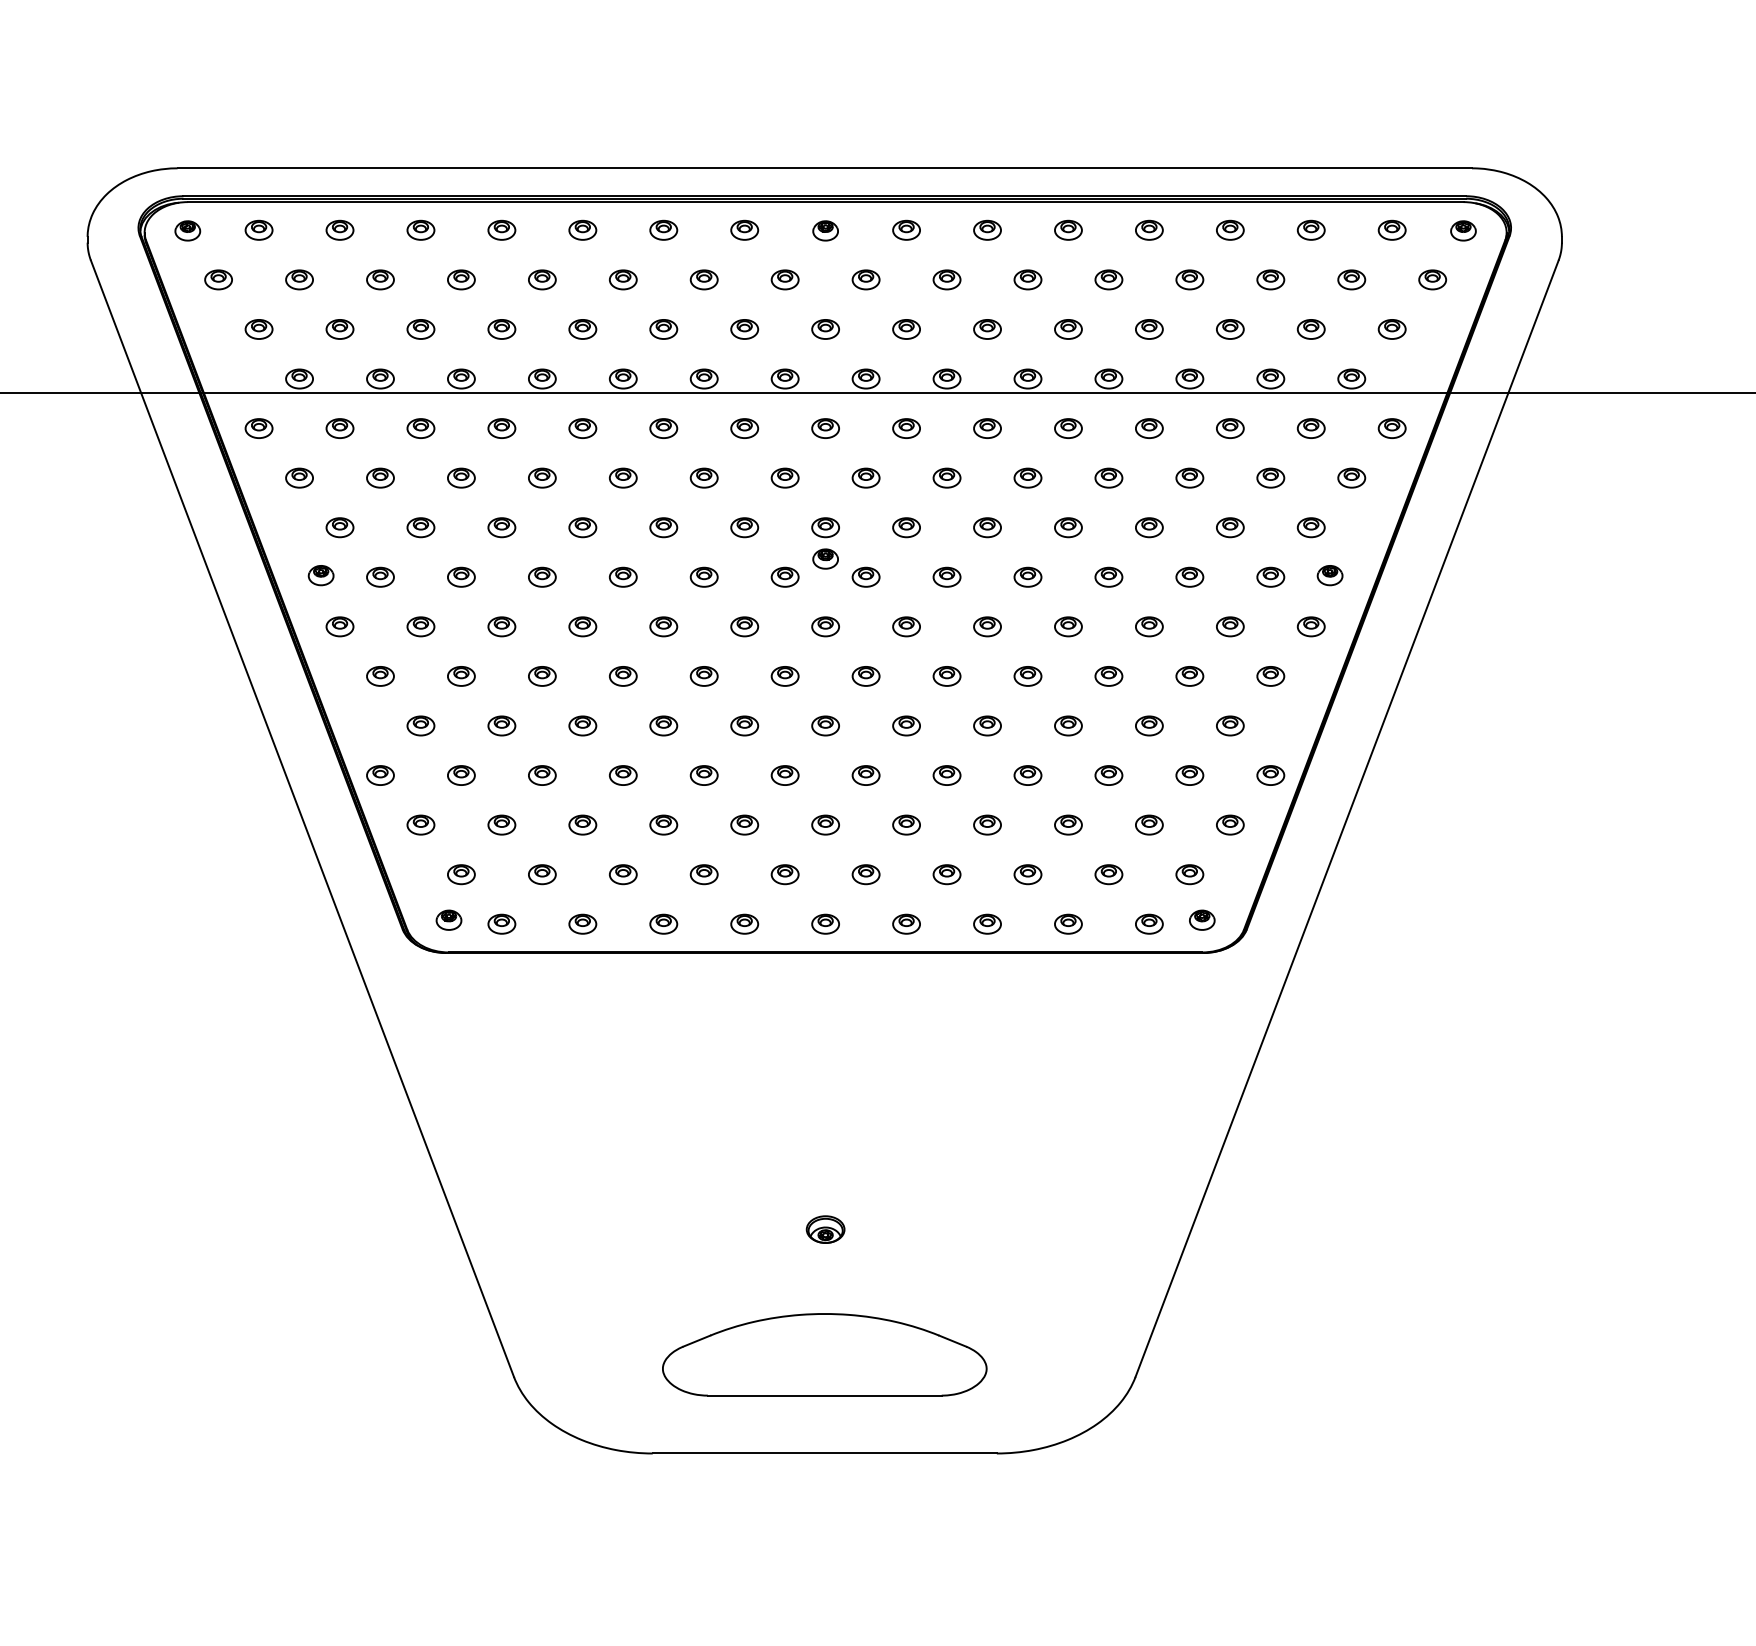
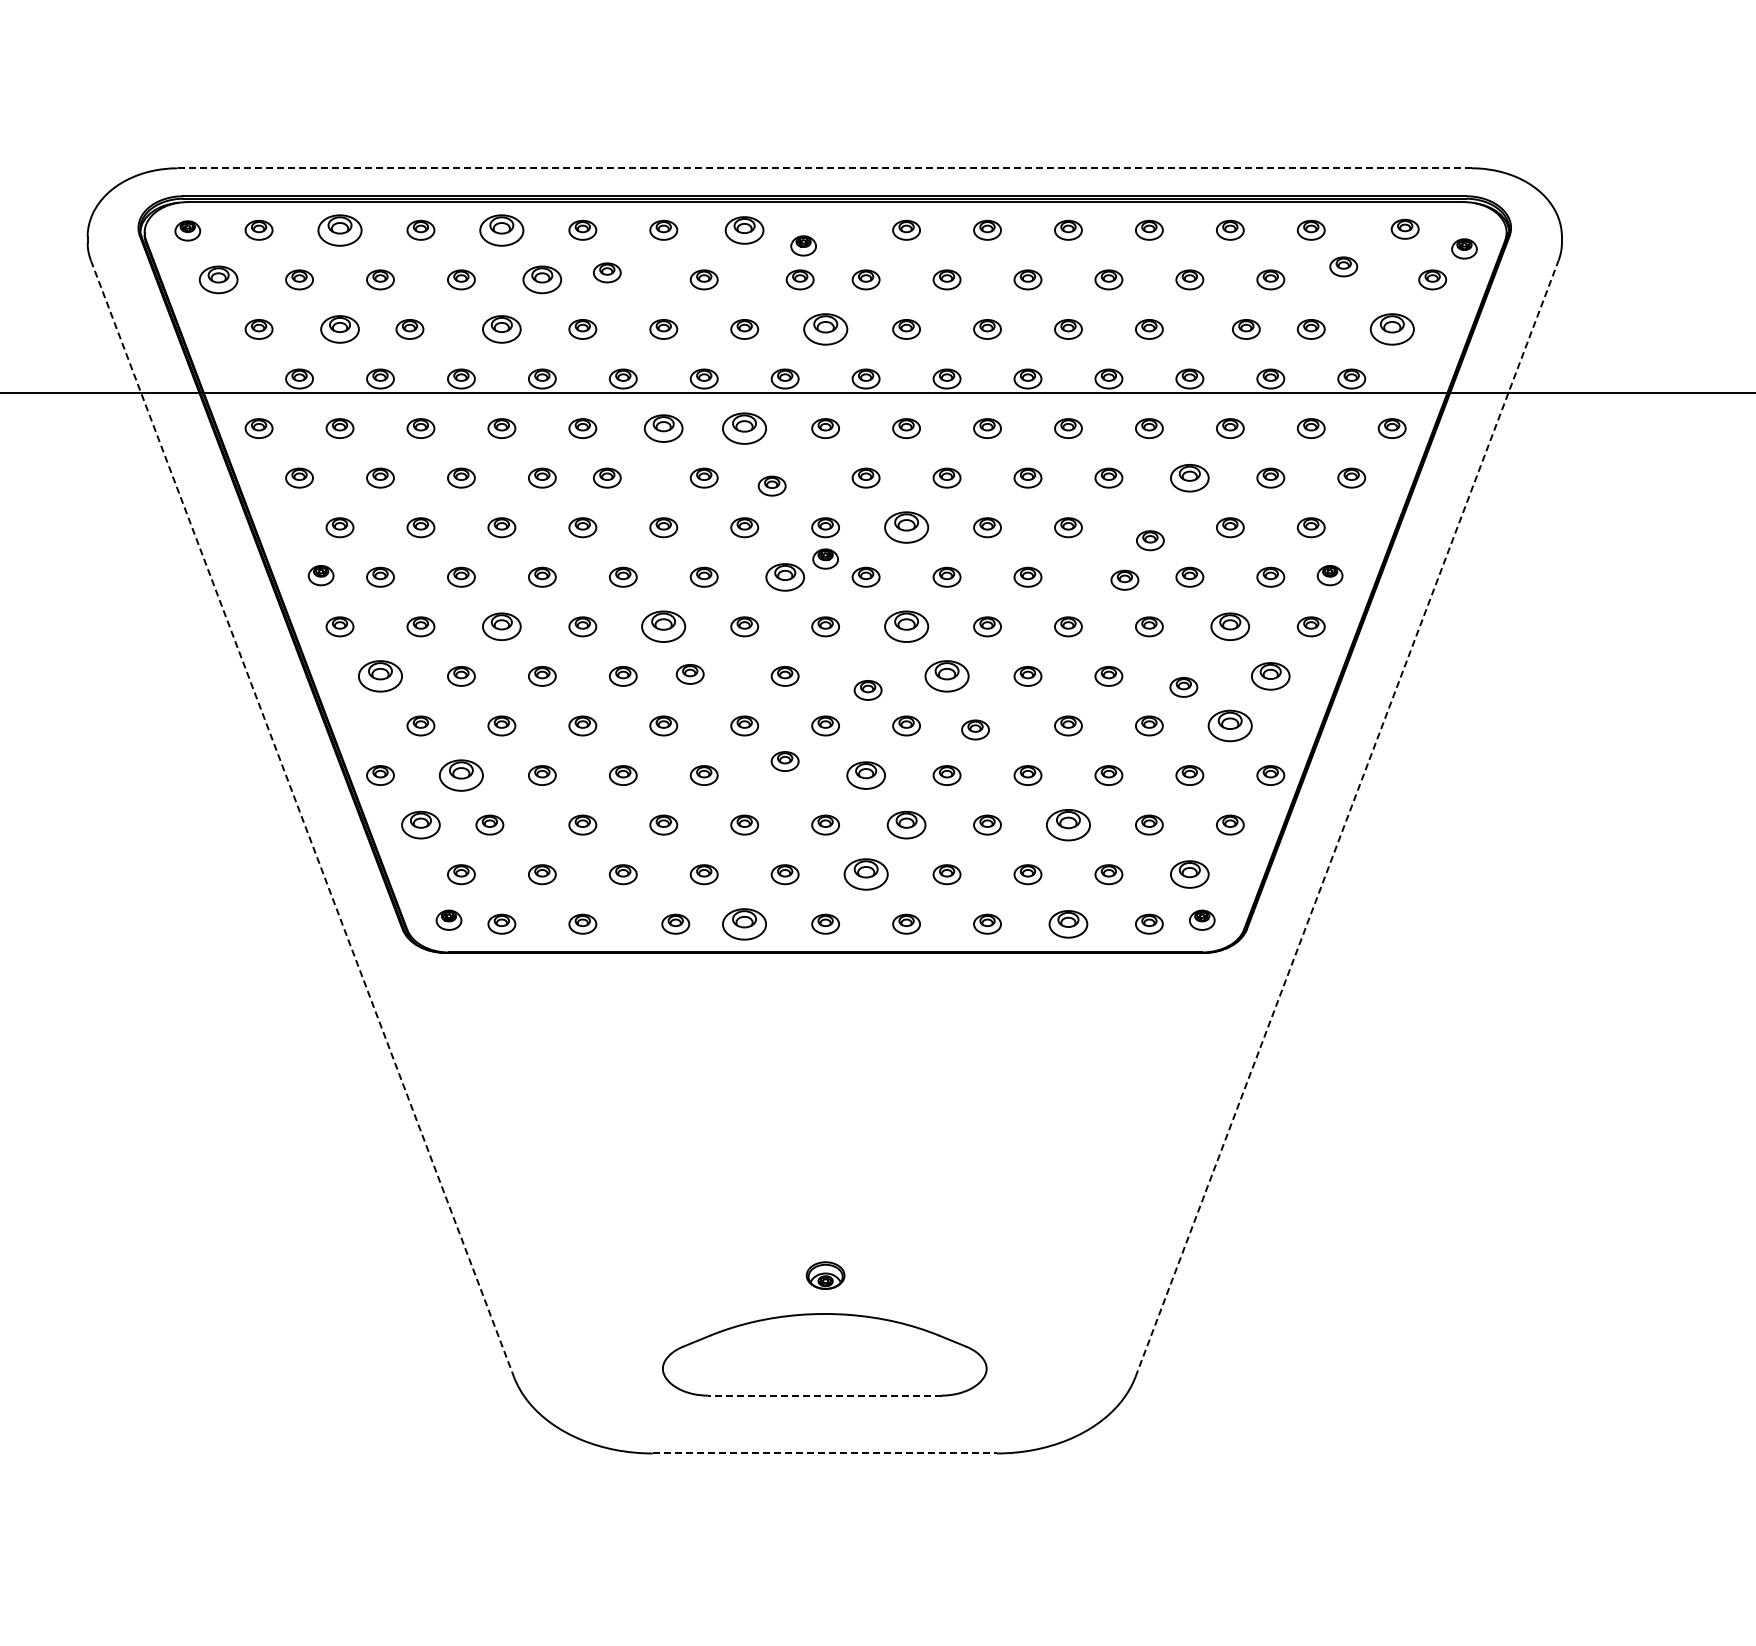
line at (825, 168): solid -> dashed
part at (339, 229) size: 30x22 px -> 46x33 px
part at (501, 229) size: 30x22 px -> 46x33 px
part at (744, 229) size: 30x22 px -> 41x29 px
part at (1391, 229) position: (1391, 229) -> (1404, 228)
part at (825, 230) position: (825, 230) -> (803, 245)
part at (1463, 230) position: (1463, 230) -> (1464, 248)
part at (218, 279) size: 29x22 px -> 41x30 px
part at (542, 279) size: 29x22 px -> 41x30 px
part at (623, 279) position: (623, 279) -> (607, 272)
part at (784, 279) position: (784, 279) -> (799, 279)
part at (1351, 279) position: (1351, 279) -> (1343, 266)
part at (339, 329) size: 30x21 px -> 40x29 px
part at (420, 329) position: (420, 329) -> (409, 329)
part at (501, 329) size: 30x21 px -> 40x29 px
part at (825, 329) size: 29x21 px -> 46x33 px
part at (1230, 329) position: (1230, 329) -> (1246, 329)
part at (1391, 329) size: 30x21 px -> 46x33 px
part at (663, 428) size: 30x21 px -> 41x29 px
part at (744, 428) size: 30x21 px -> 45x33 px
part at (623, 477) position: (623, 477) -> (607, 477)
part at (784, 477) position: (784, 477) -> (771, 485)
part at (1189, 477) size: 30x22 px -> 40x29 px
part at (906, 527) size: 29x22 px -> 46x33 px
part at (1149, 527) position: (1149, 527) -> (1150, 540)
part at (784, 576) size: 30x22 px -> 40x29 px
part at (1108, 576) position: (1108, 576) -> (1124, 579)
part at (501, 626) size: 30x22 px -> 40x29 px
part at (663, 626) size: 30x22 px -> 46x33 px
part at (906, 626) size: 29x22 px -> 46x33 px
part at (1230, 626) size: 29x22 px -> 40x29 px
part at (380, 676) size: 29x21 px -> 45x33 px
part at (703, 676) position: (703, 676) -> (689, 674)
part at (865, 676) position: (865, 676) -> (867, 690)
part at (946, 676) size: 30x21 px -> 46x33 px
part at (1189, 676) position: (1189, 676) -> (1183, 687)
part at (1270, 676) size: 30x21 px -> 40x29 px
part at (987, 725) position: (987, 725) -> (975, 729)
part at (1230, 725) size: 29x22 px -> 46x34 px
part at (461, 775) size: 29x21 px -> 46x33 px
part at (784, 775) position: (784, 775) -> (784, 761)
part at (865, 775) size: 30x21 px -> 40x29 px
line at (302, 818): solid -> dashed
line at (1347, 818): solid -> dashed
part at (420, 824) size: 30x22 px -> 40x30 px
part at (501, 824) position: (501, 824) -> (489, 824)
part at (906, 824) size: 29x22 px -> 41x30 px
part at (1068, 824) size: 29x22 px -> 45x33 px
part at (865, 874) size: 30x22 px -> 46x33 px
part at (1189, 874) size: 30x22 px -> 40x29 px
part at (663, 923) position: (663, 923) -> (675, 923)
part at (744, 923) size: 30x22 px -> 45x33 px
part at (1068, 923) size: 29x22 px -> 41x29 px
part at (825, 1229) position: (825, 1229) -> (825, 1275)
line at (824, 1395): solid -> dashed
line at (825, 1453): solid -> dashed
